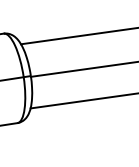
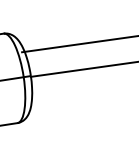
line at (78, 36) position: (78, 36) -> (78, 44)
line at (82, 100): present -> none
